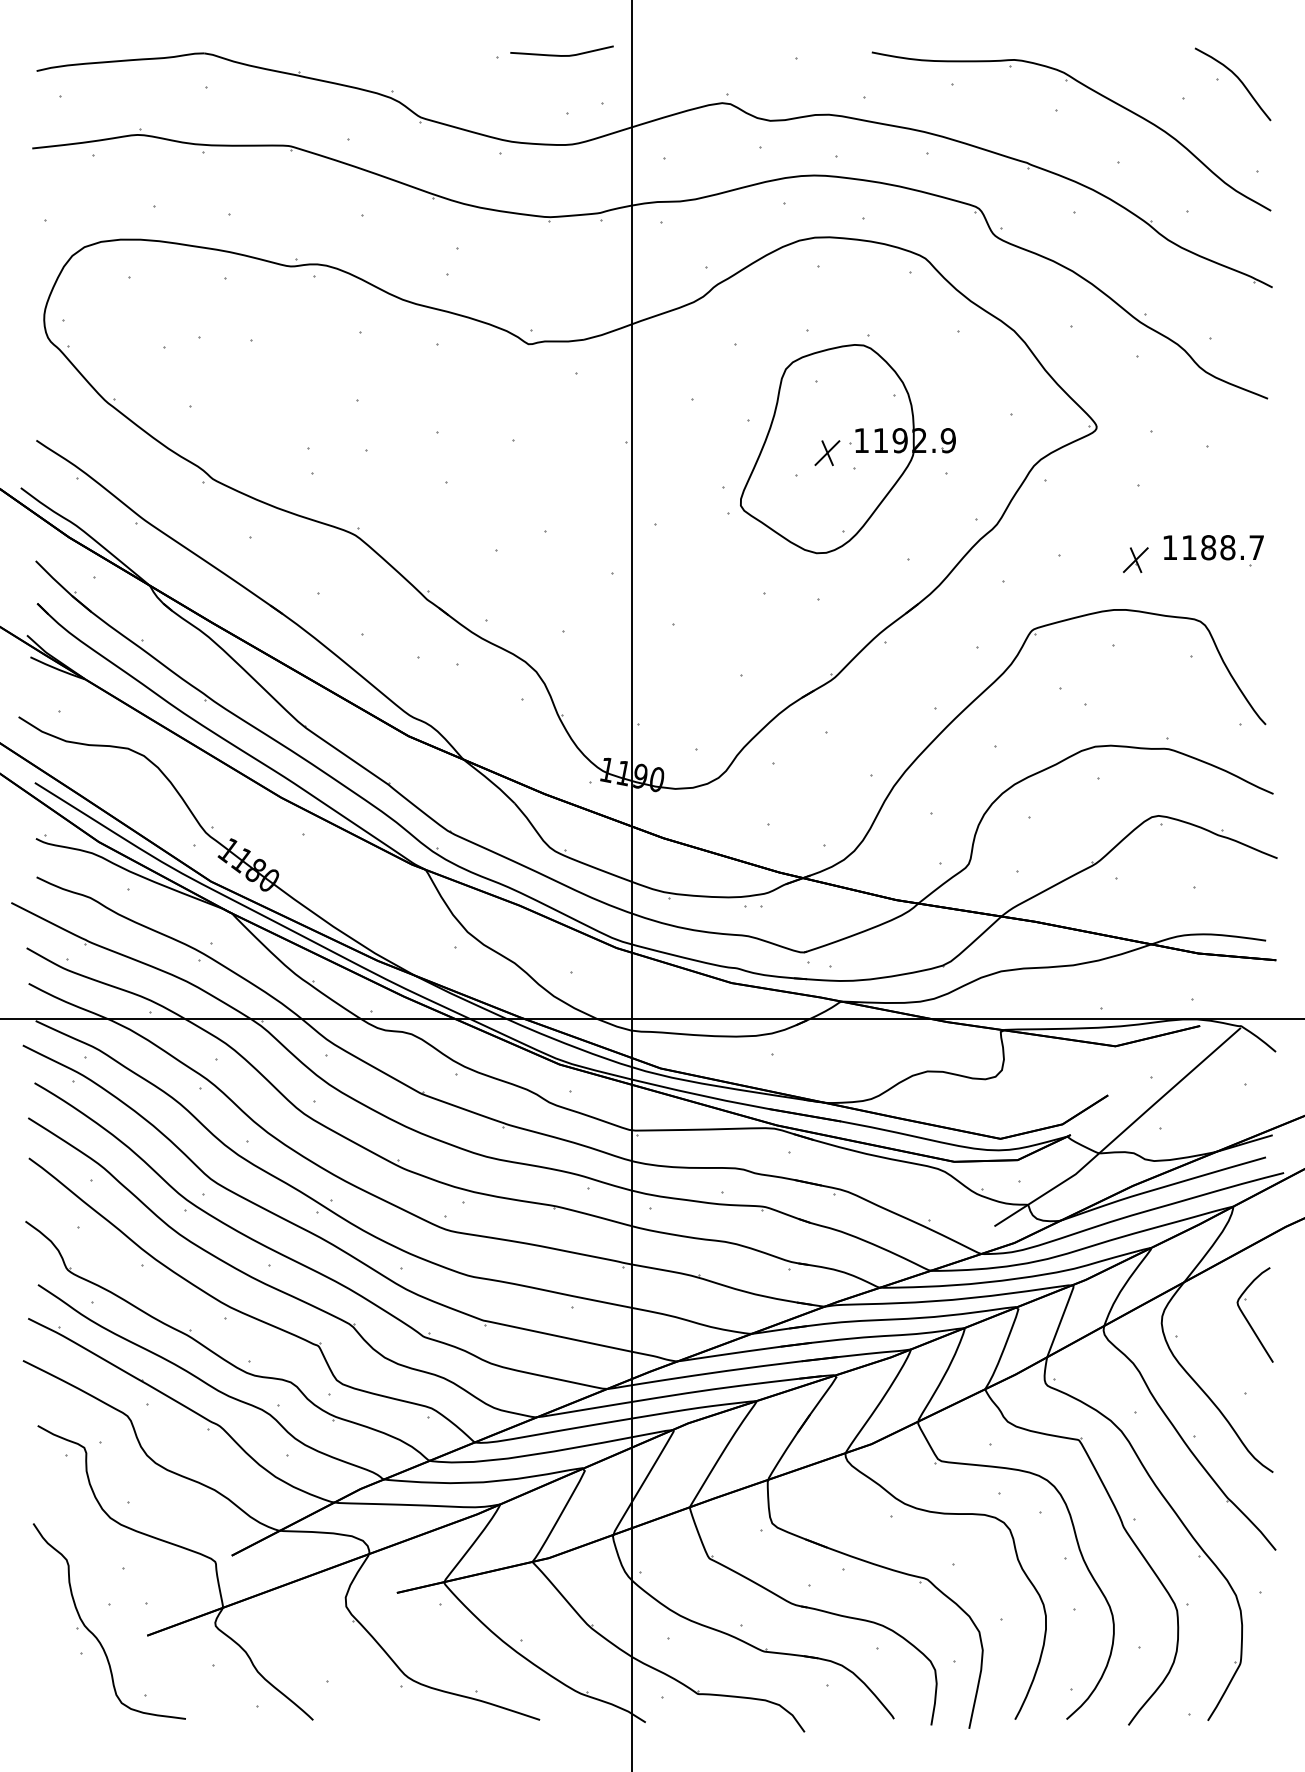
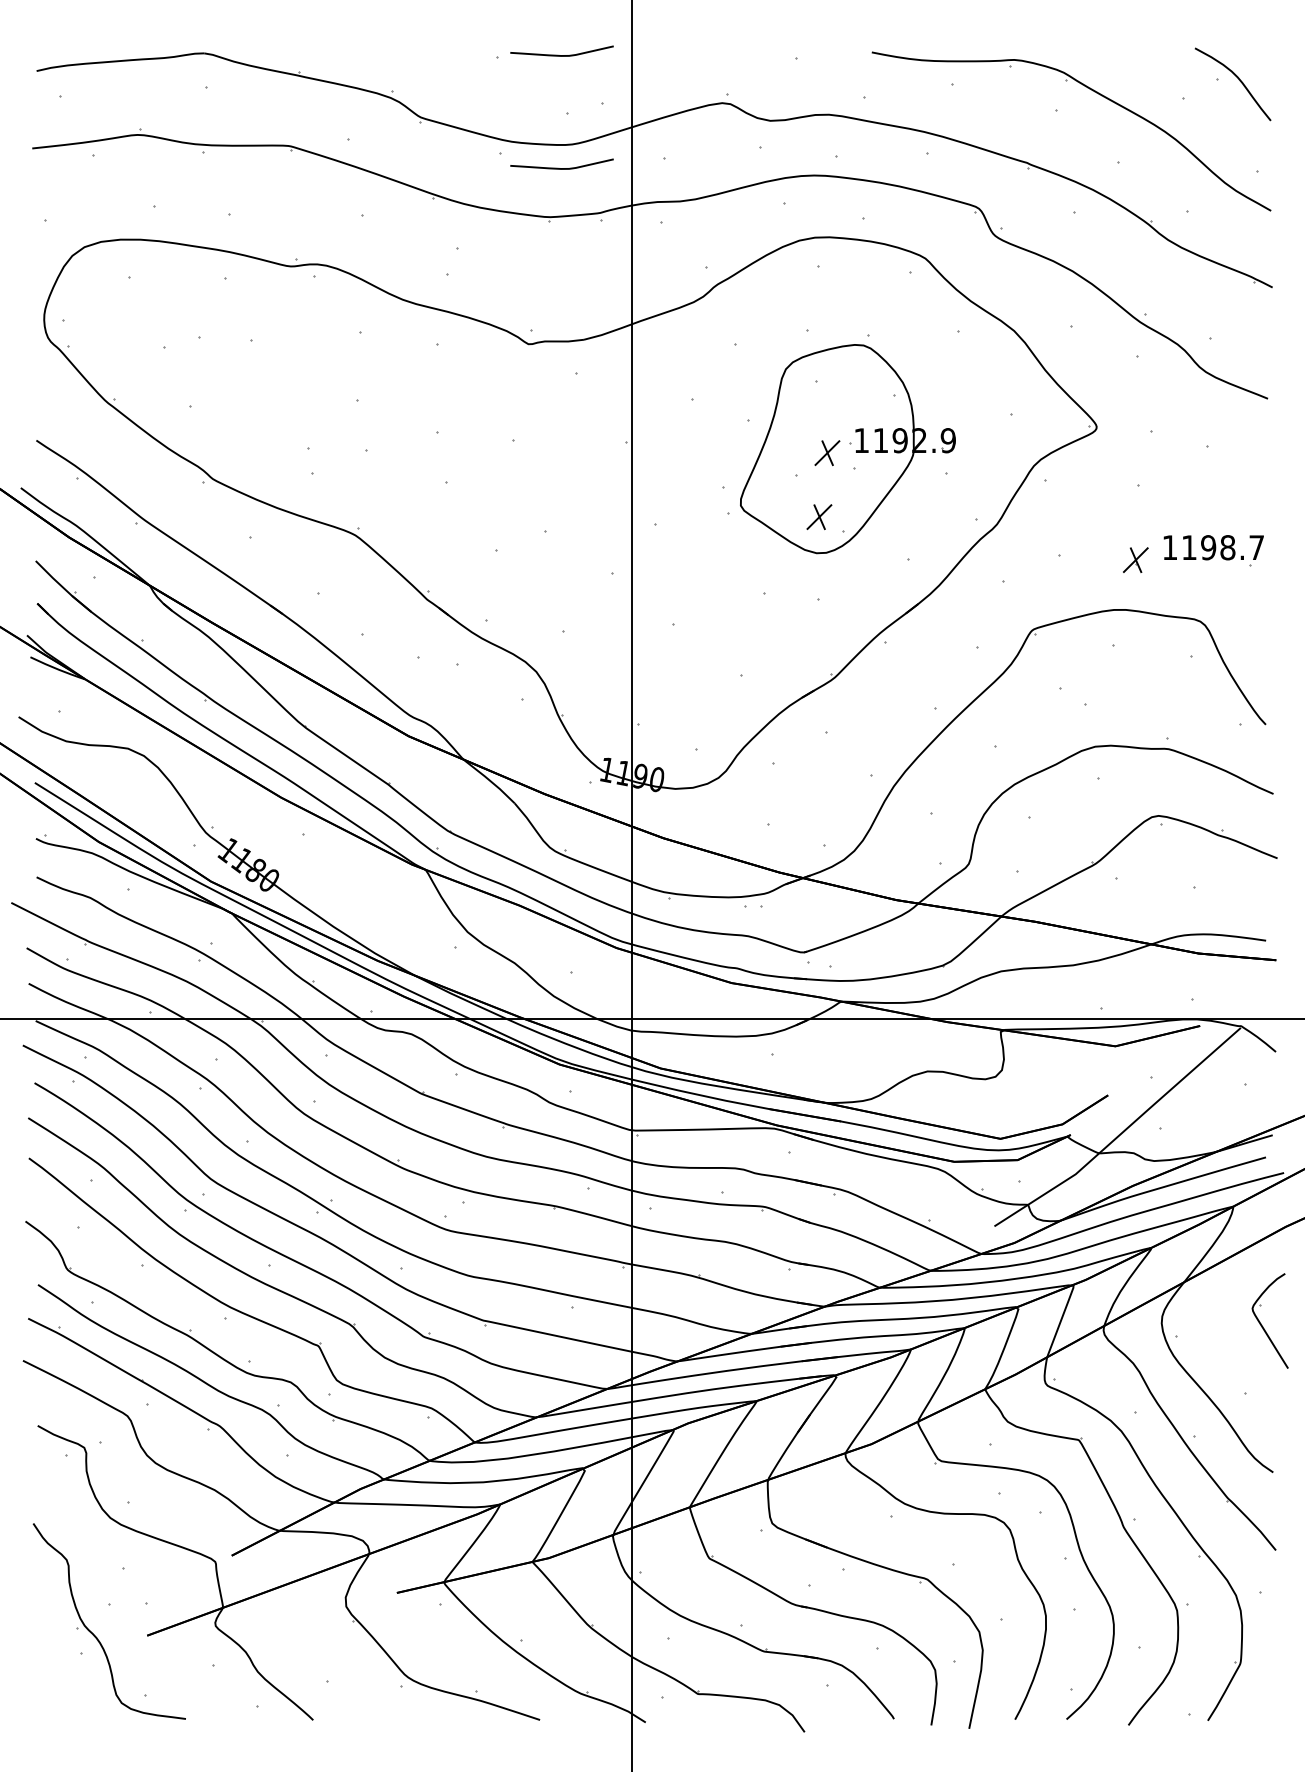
curve at (558, 167): none -> present
part at (819, 516): none -> present
text at (1208, 547): 1188.7 -> 1198.7
part at (1248, 1320) position: (1248, 1320) -> (1263, 1326)
